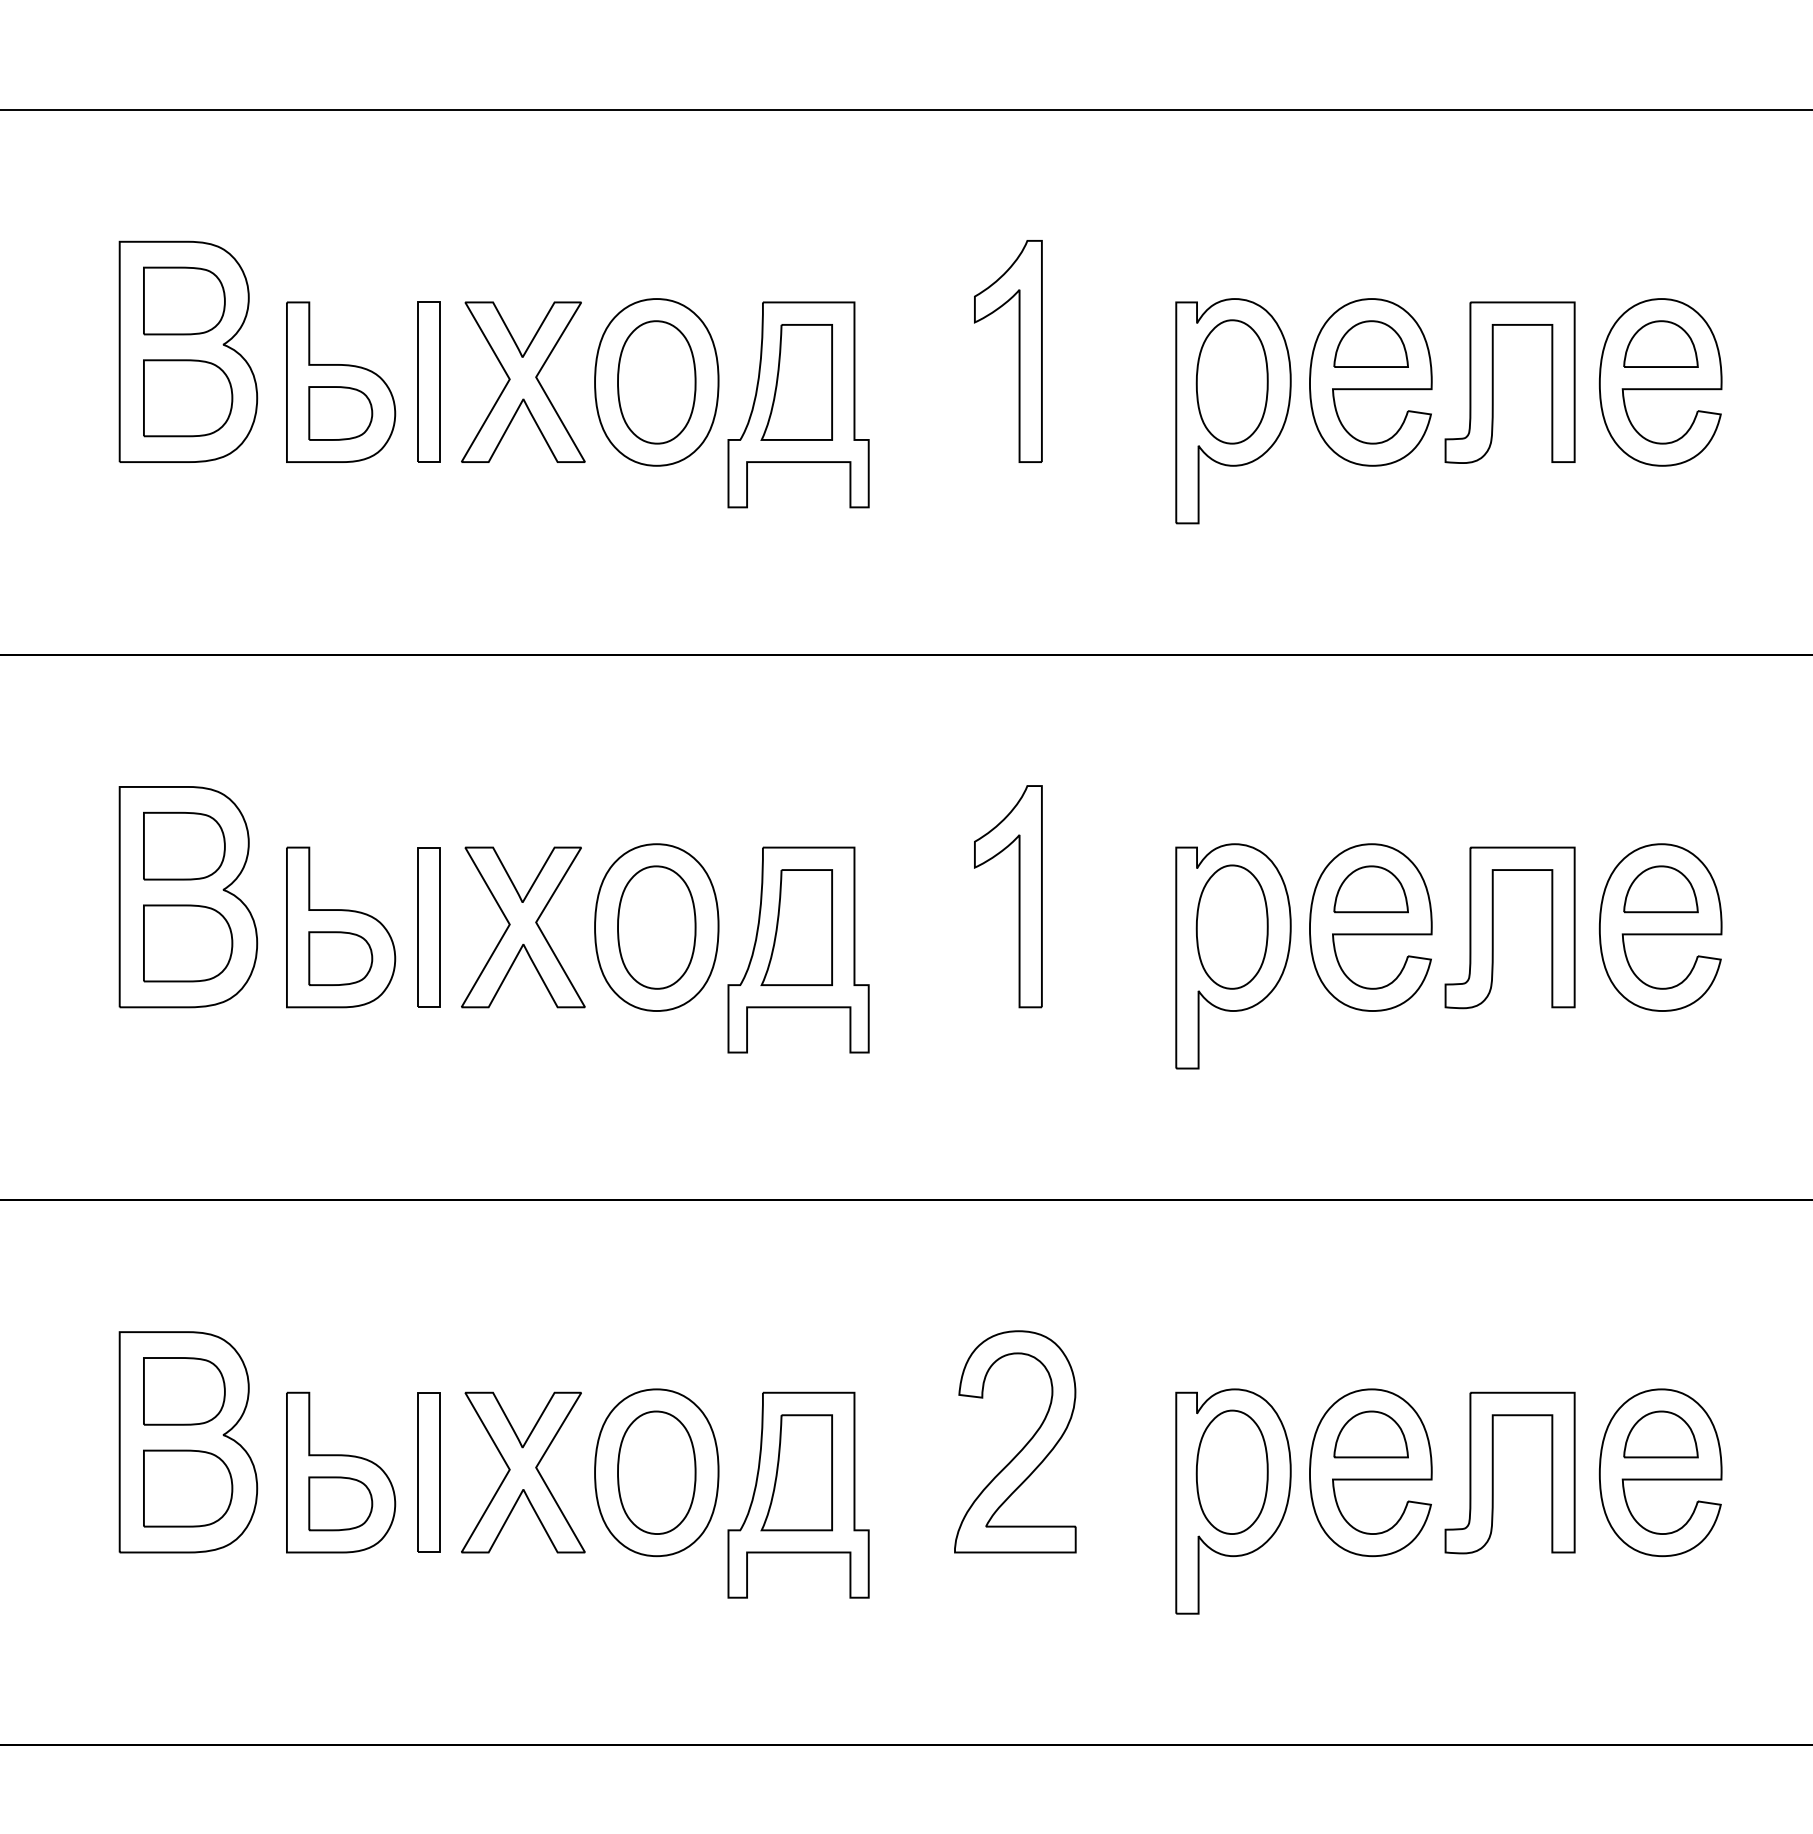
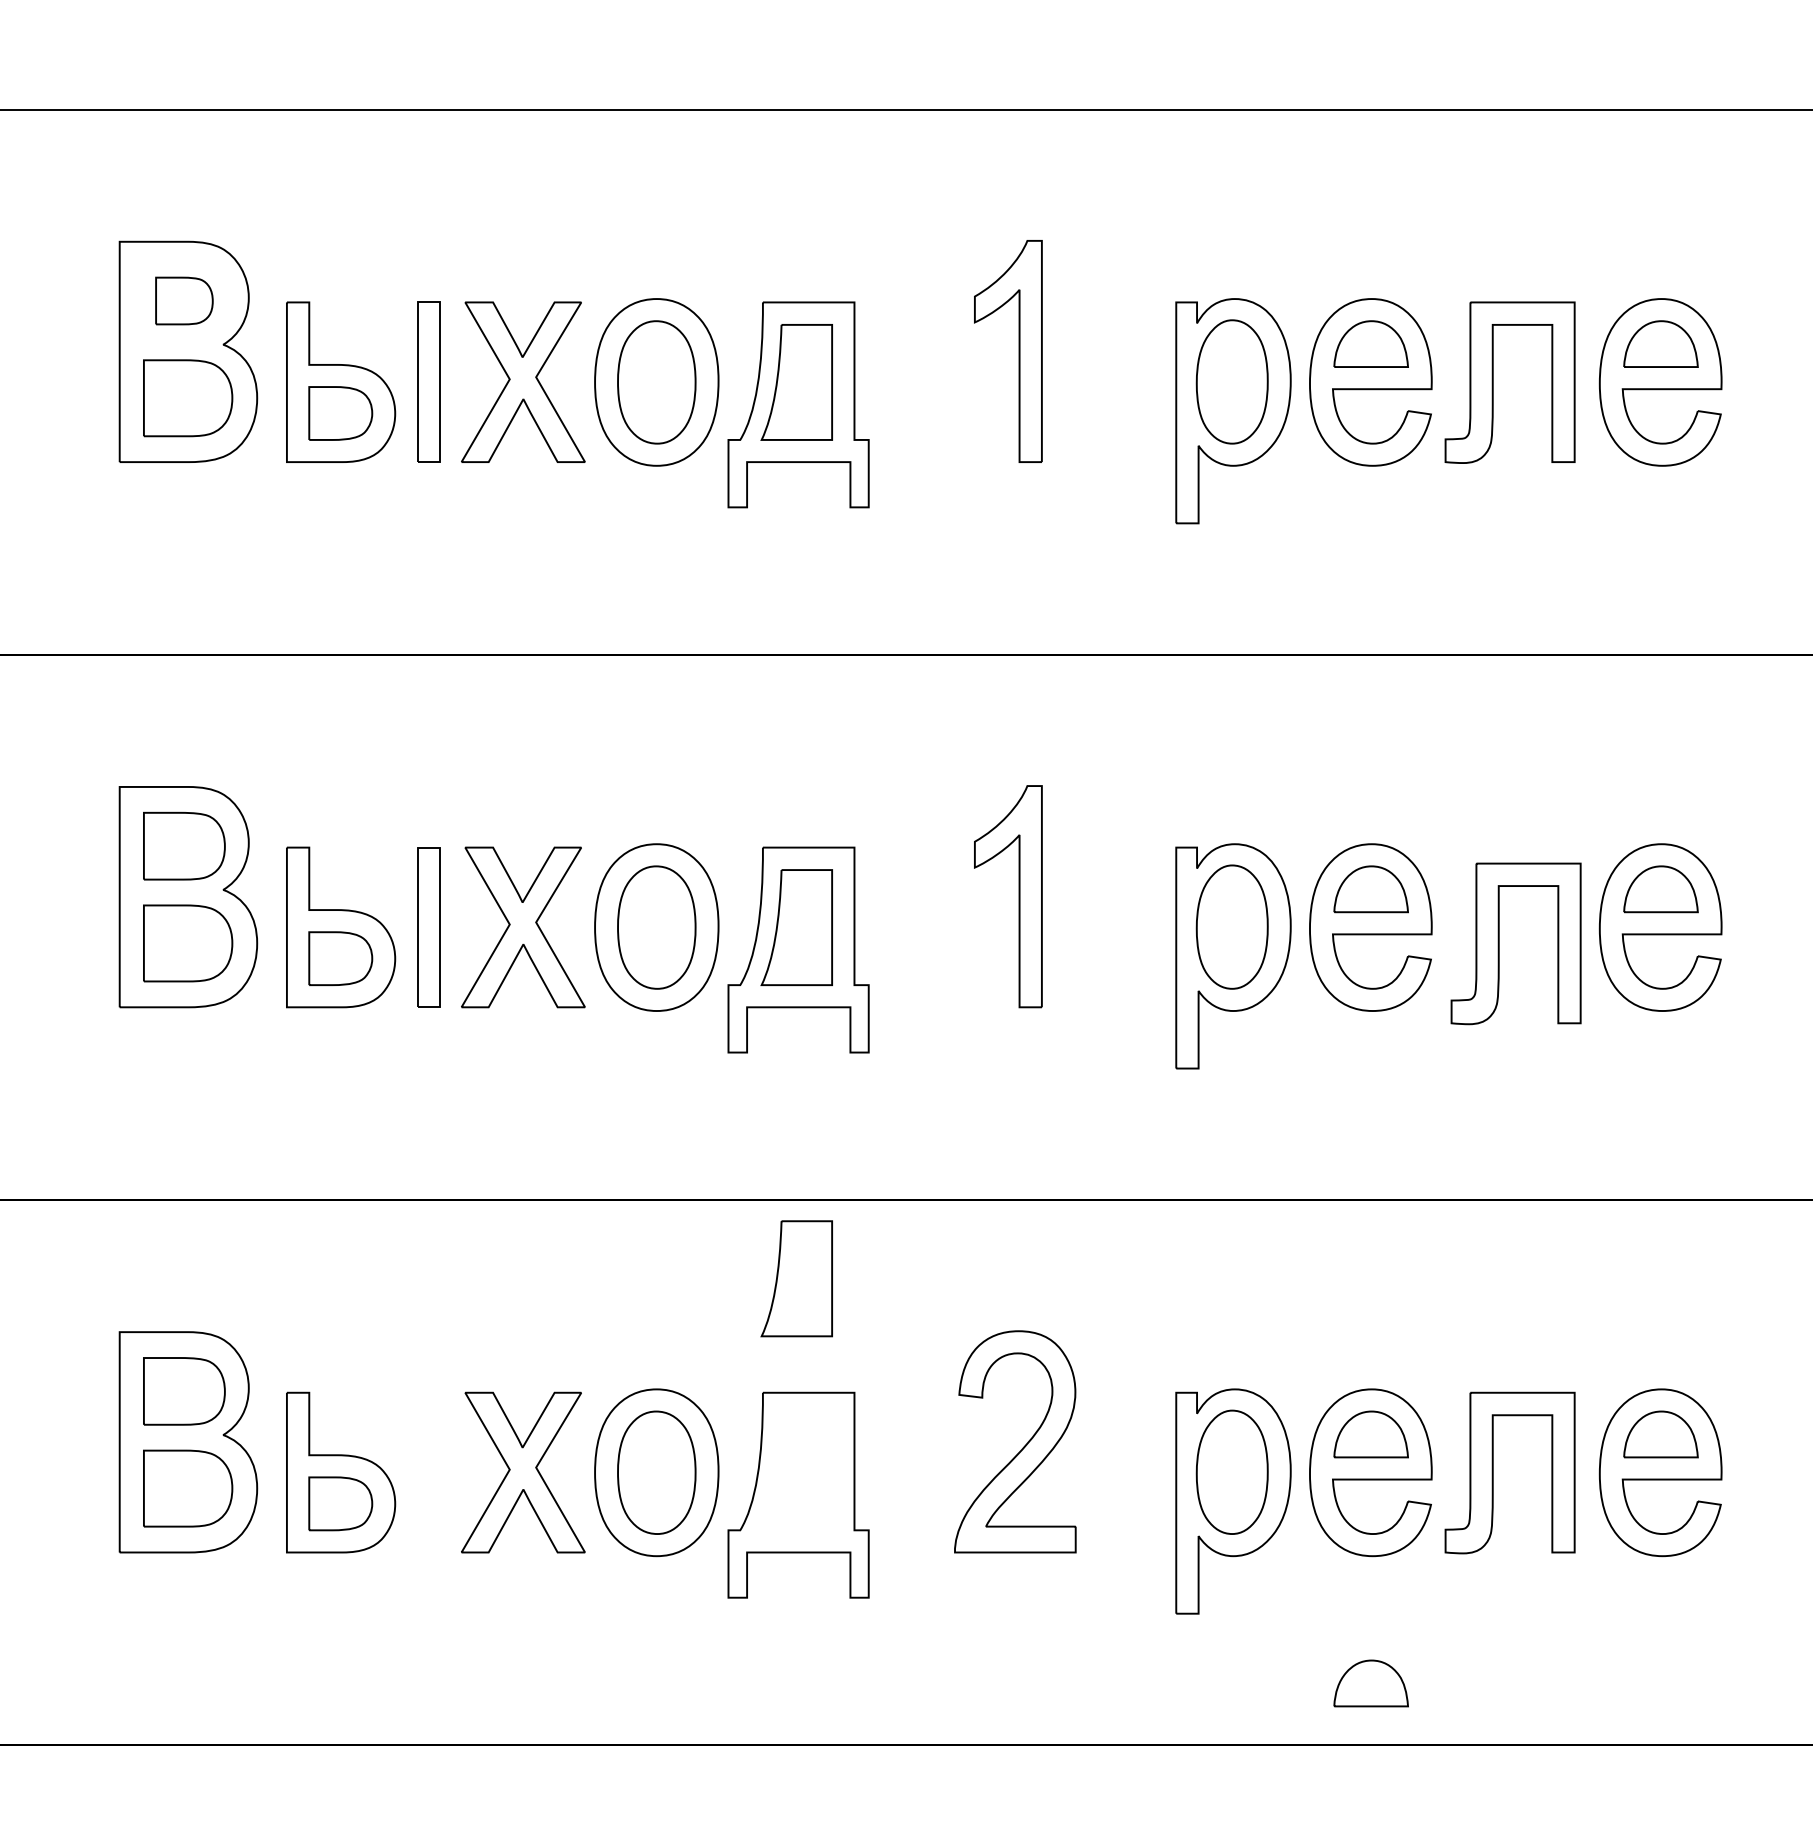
part at (184, 300) size: 83x70 px -> 59x50 px
part at (1493, 927) position: (1493, 927) -> (1499, 943)
part at (428, 1472): present -> none
part at (796, 1472) position: (796, 1472) -> (796, 1278)
part at (1370, 1683): none -> present
